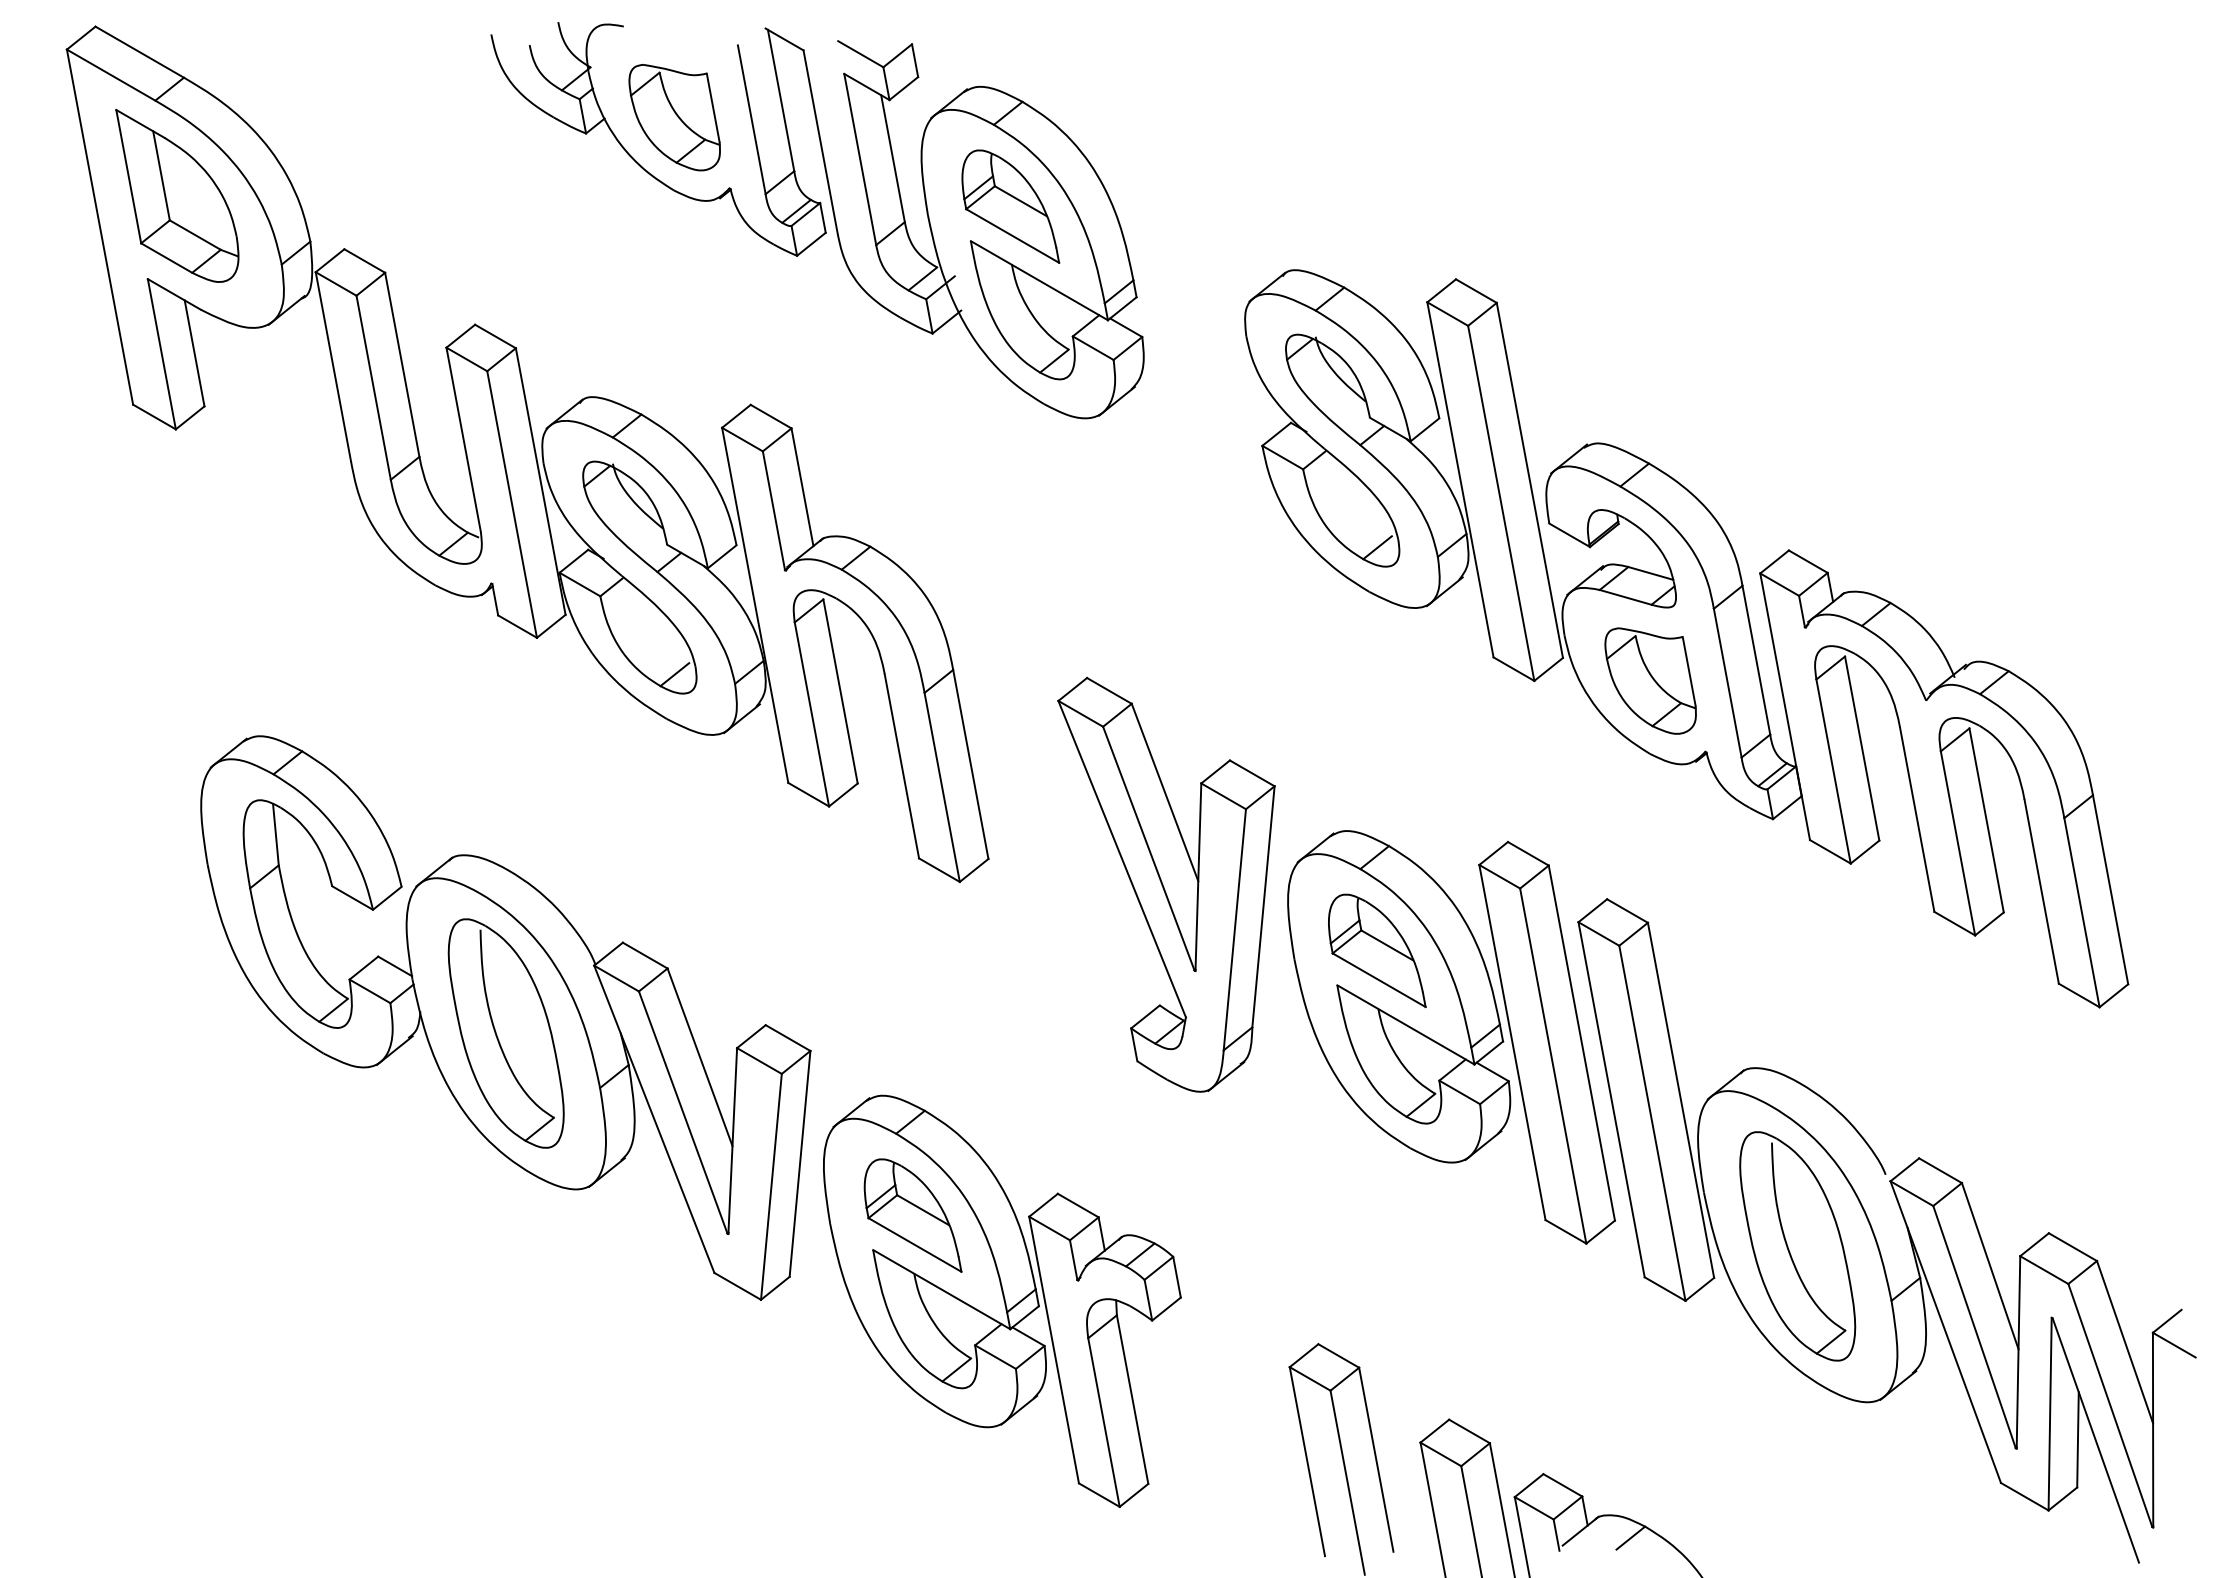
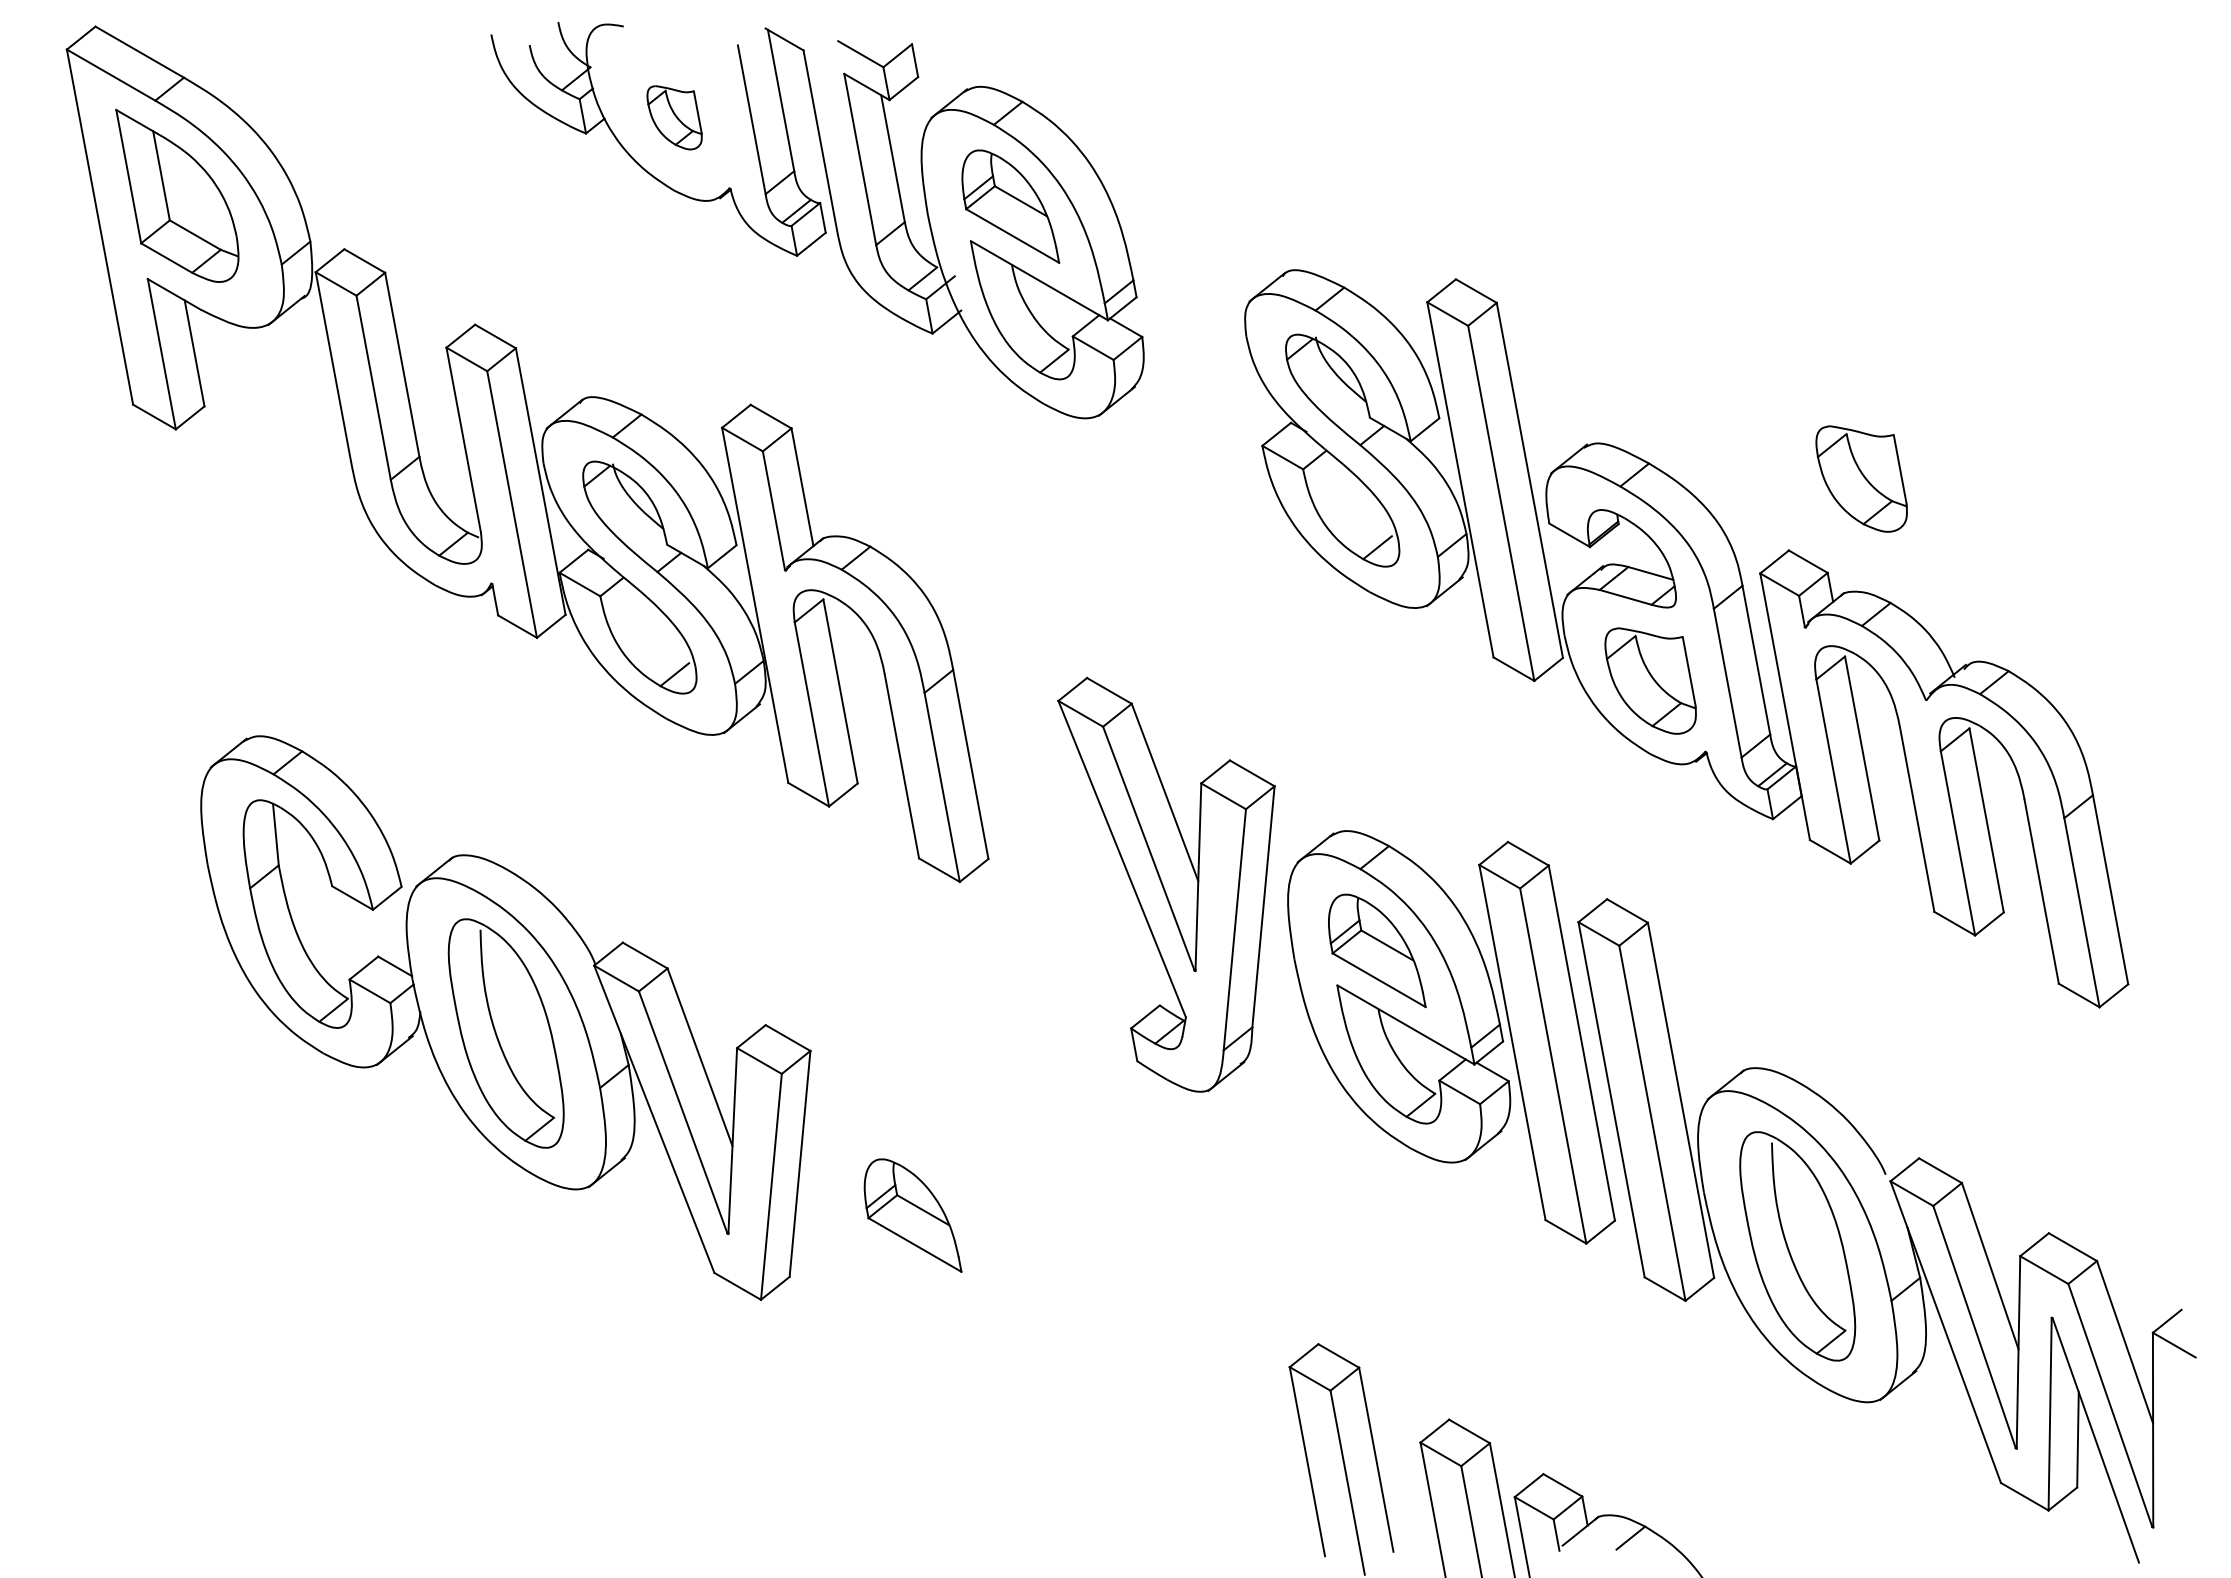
part at (674, 117) size: 93x108 px -> 57x66 px
part at (1861, 478): none -> present
part at (1002, 1300): present -> none
